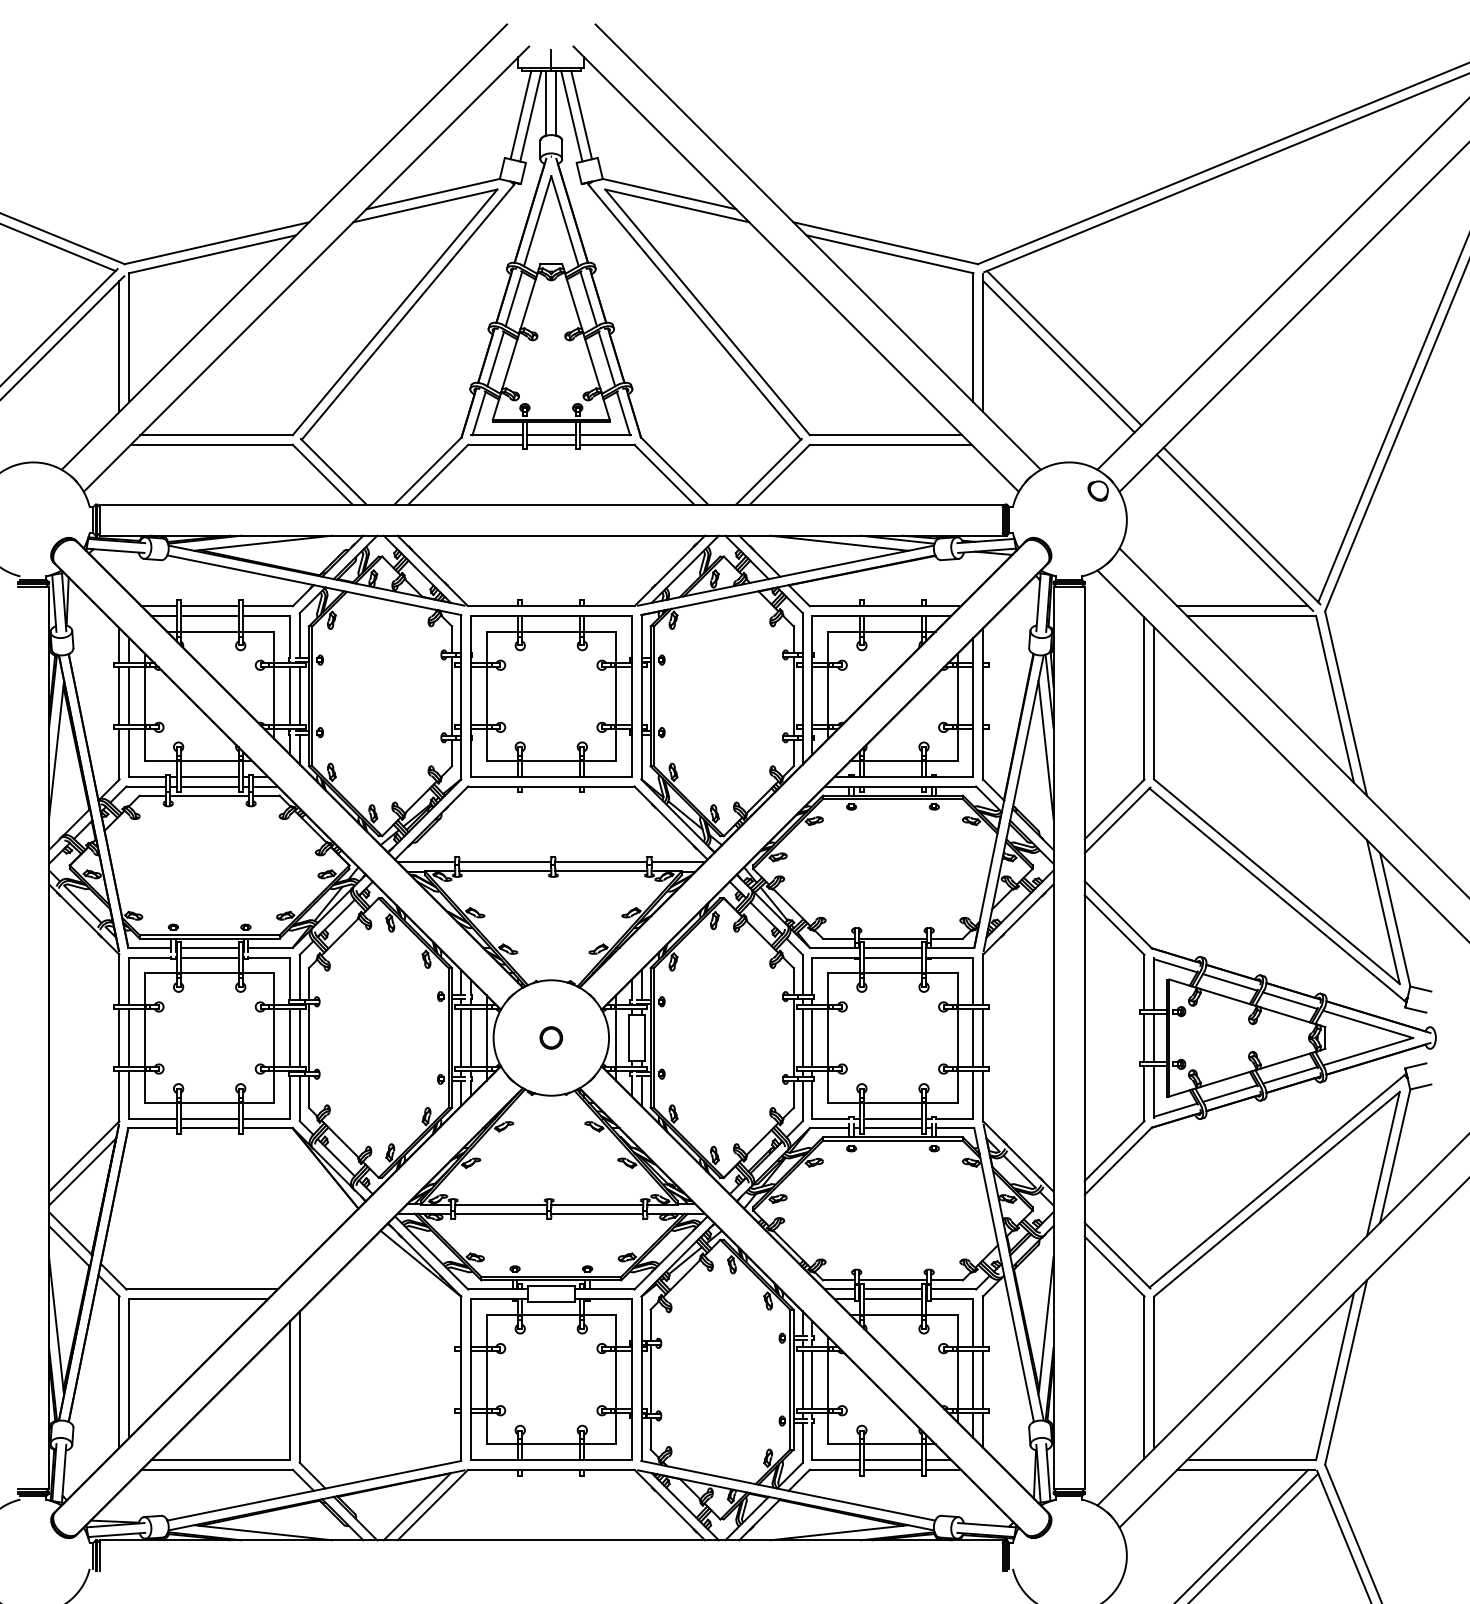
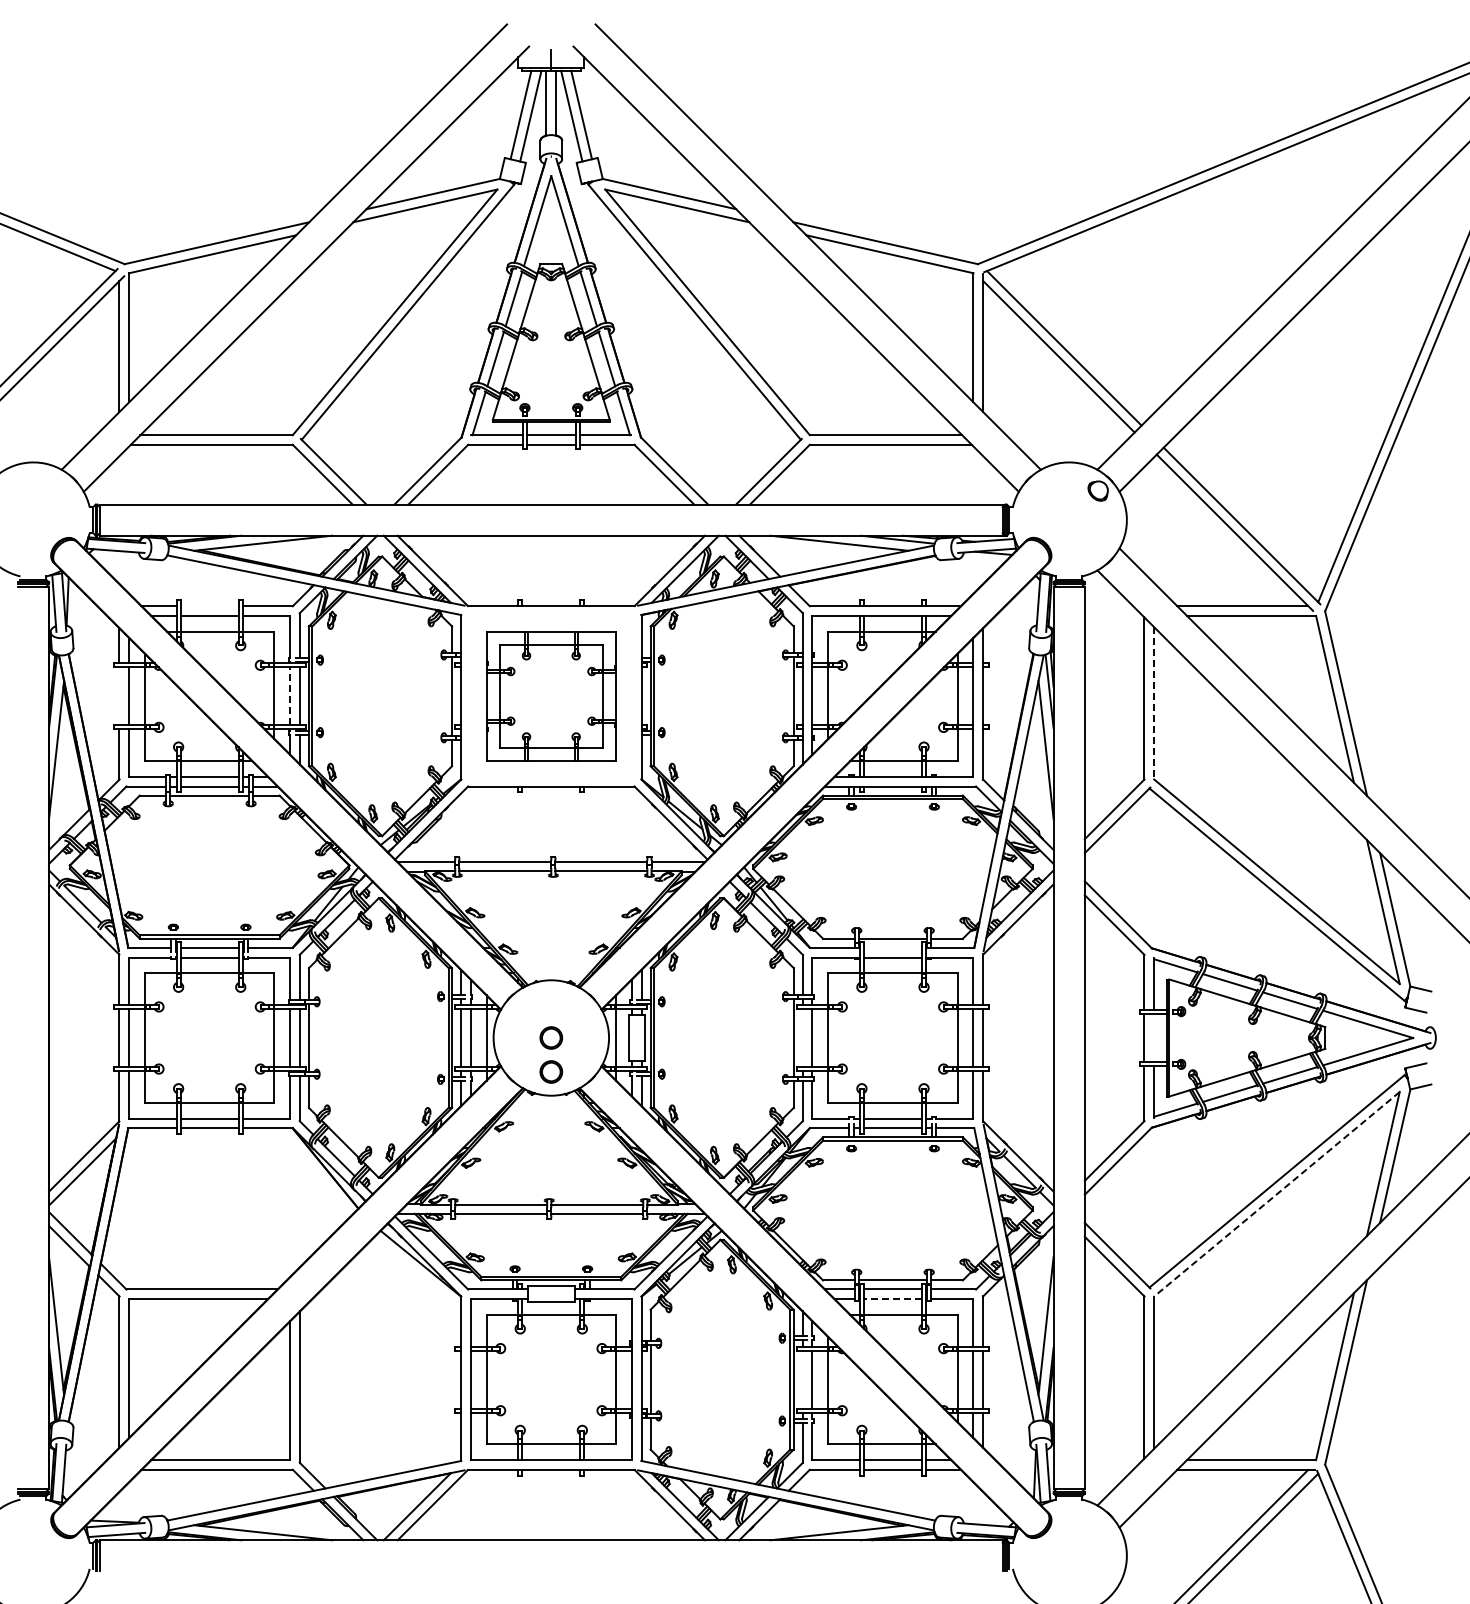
line at (209, 606): present -> none
line at (119, 696): present -> none
line at (290, 696): solid -> dashed
part at (551, 696) size: 163x163 px -> 131x131 px
line at (1154, 703): solid -> dashed
line at (892, 947): present -> none
line at (1154, 1037): present -> none
line at (802, 1038): present -> none
part at (551, 1071): none -> present
line at (1276, 1194): solid -> dashed
line at (892, 1299): solid -> dashed
line at (802, 1379): present -> none
